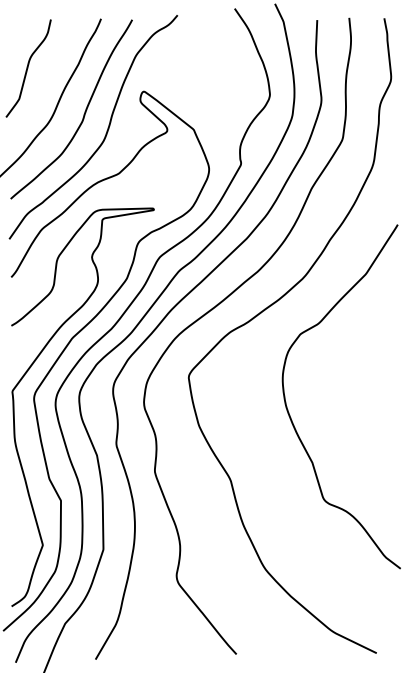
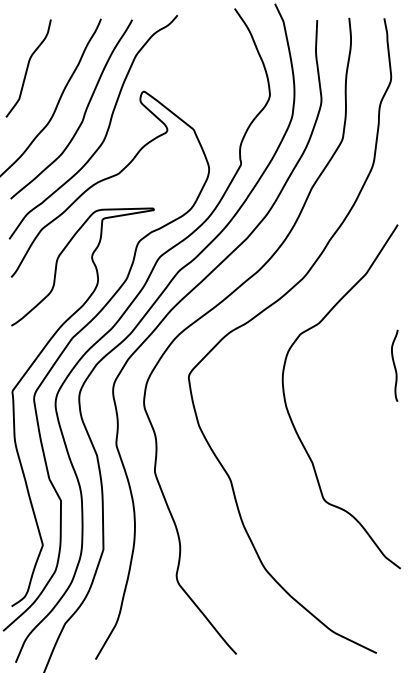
curve at (394, 365): none -> present
